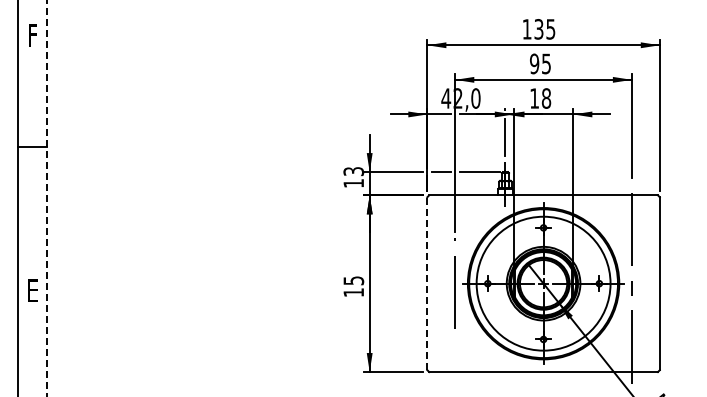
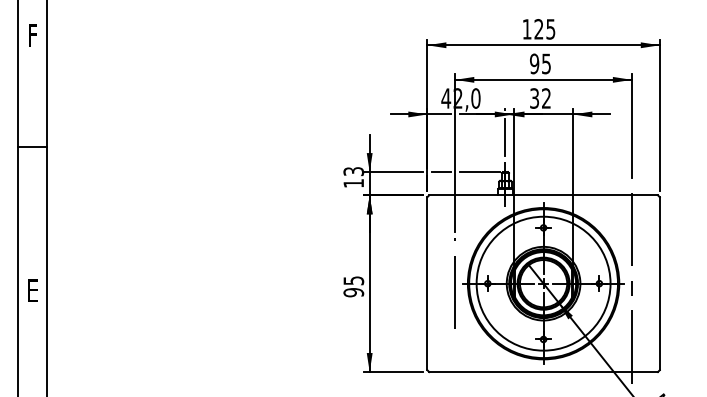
text at (538, 29): 135 -> 125
text at (540, 98): 18 -> 32
line at (47, 198): dashed -> solid
line at (427, 283): dashed -> solid
text at (353, 292): 15 -> 95
